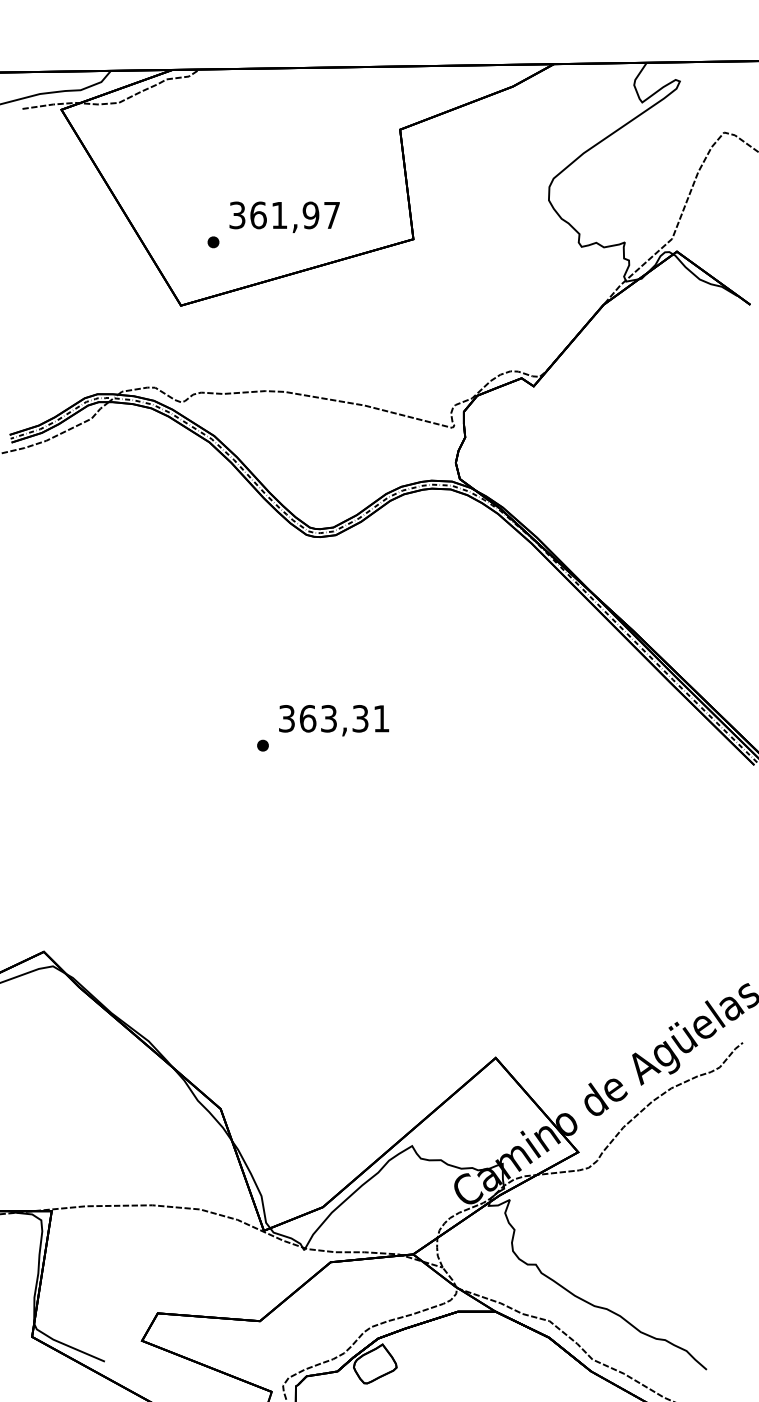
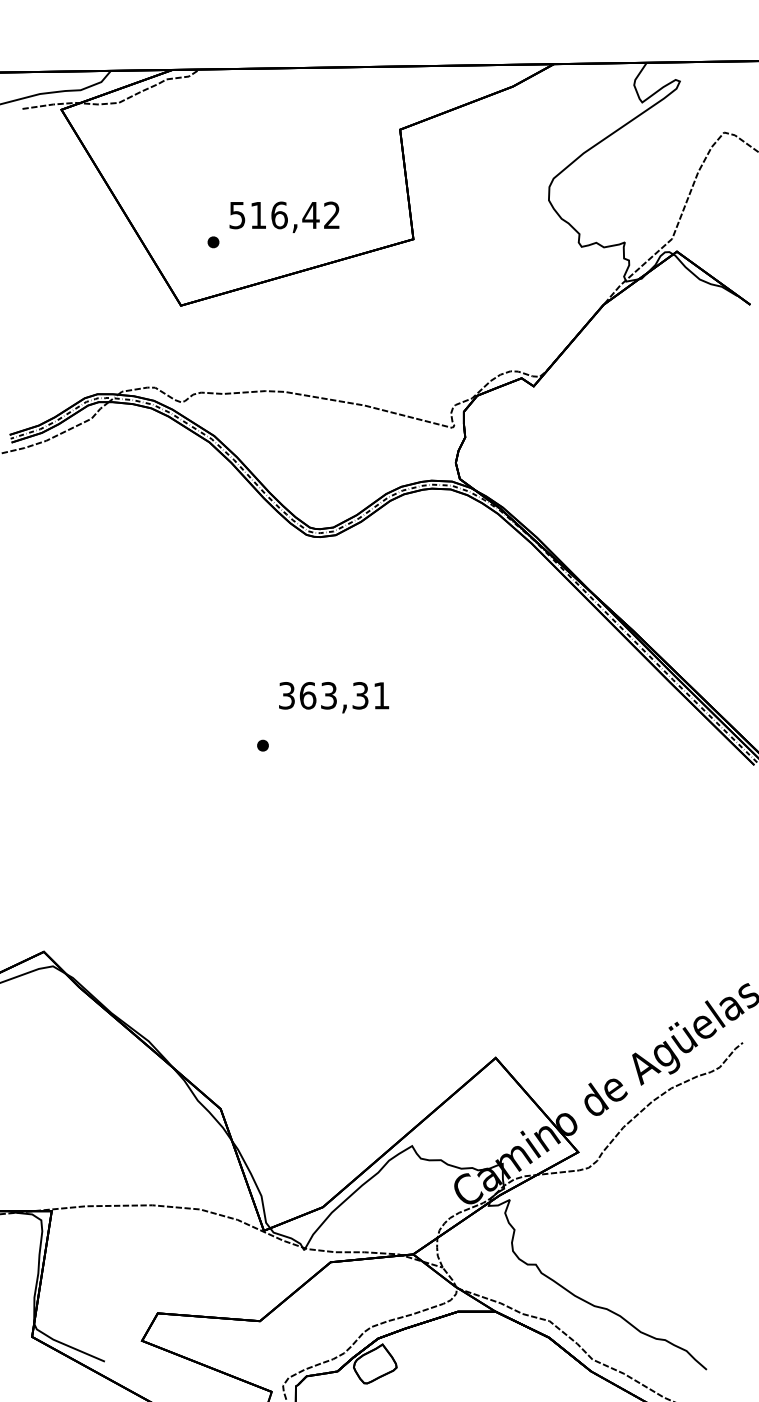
text at (284, 215): 361,97 -> 516,42
text at (334, 720) position: (334, 720) -> (334, 697)
